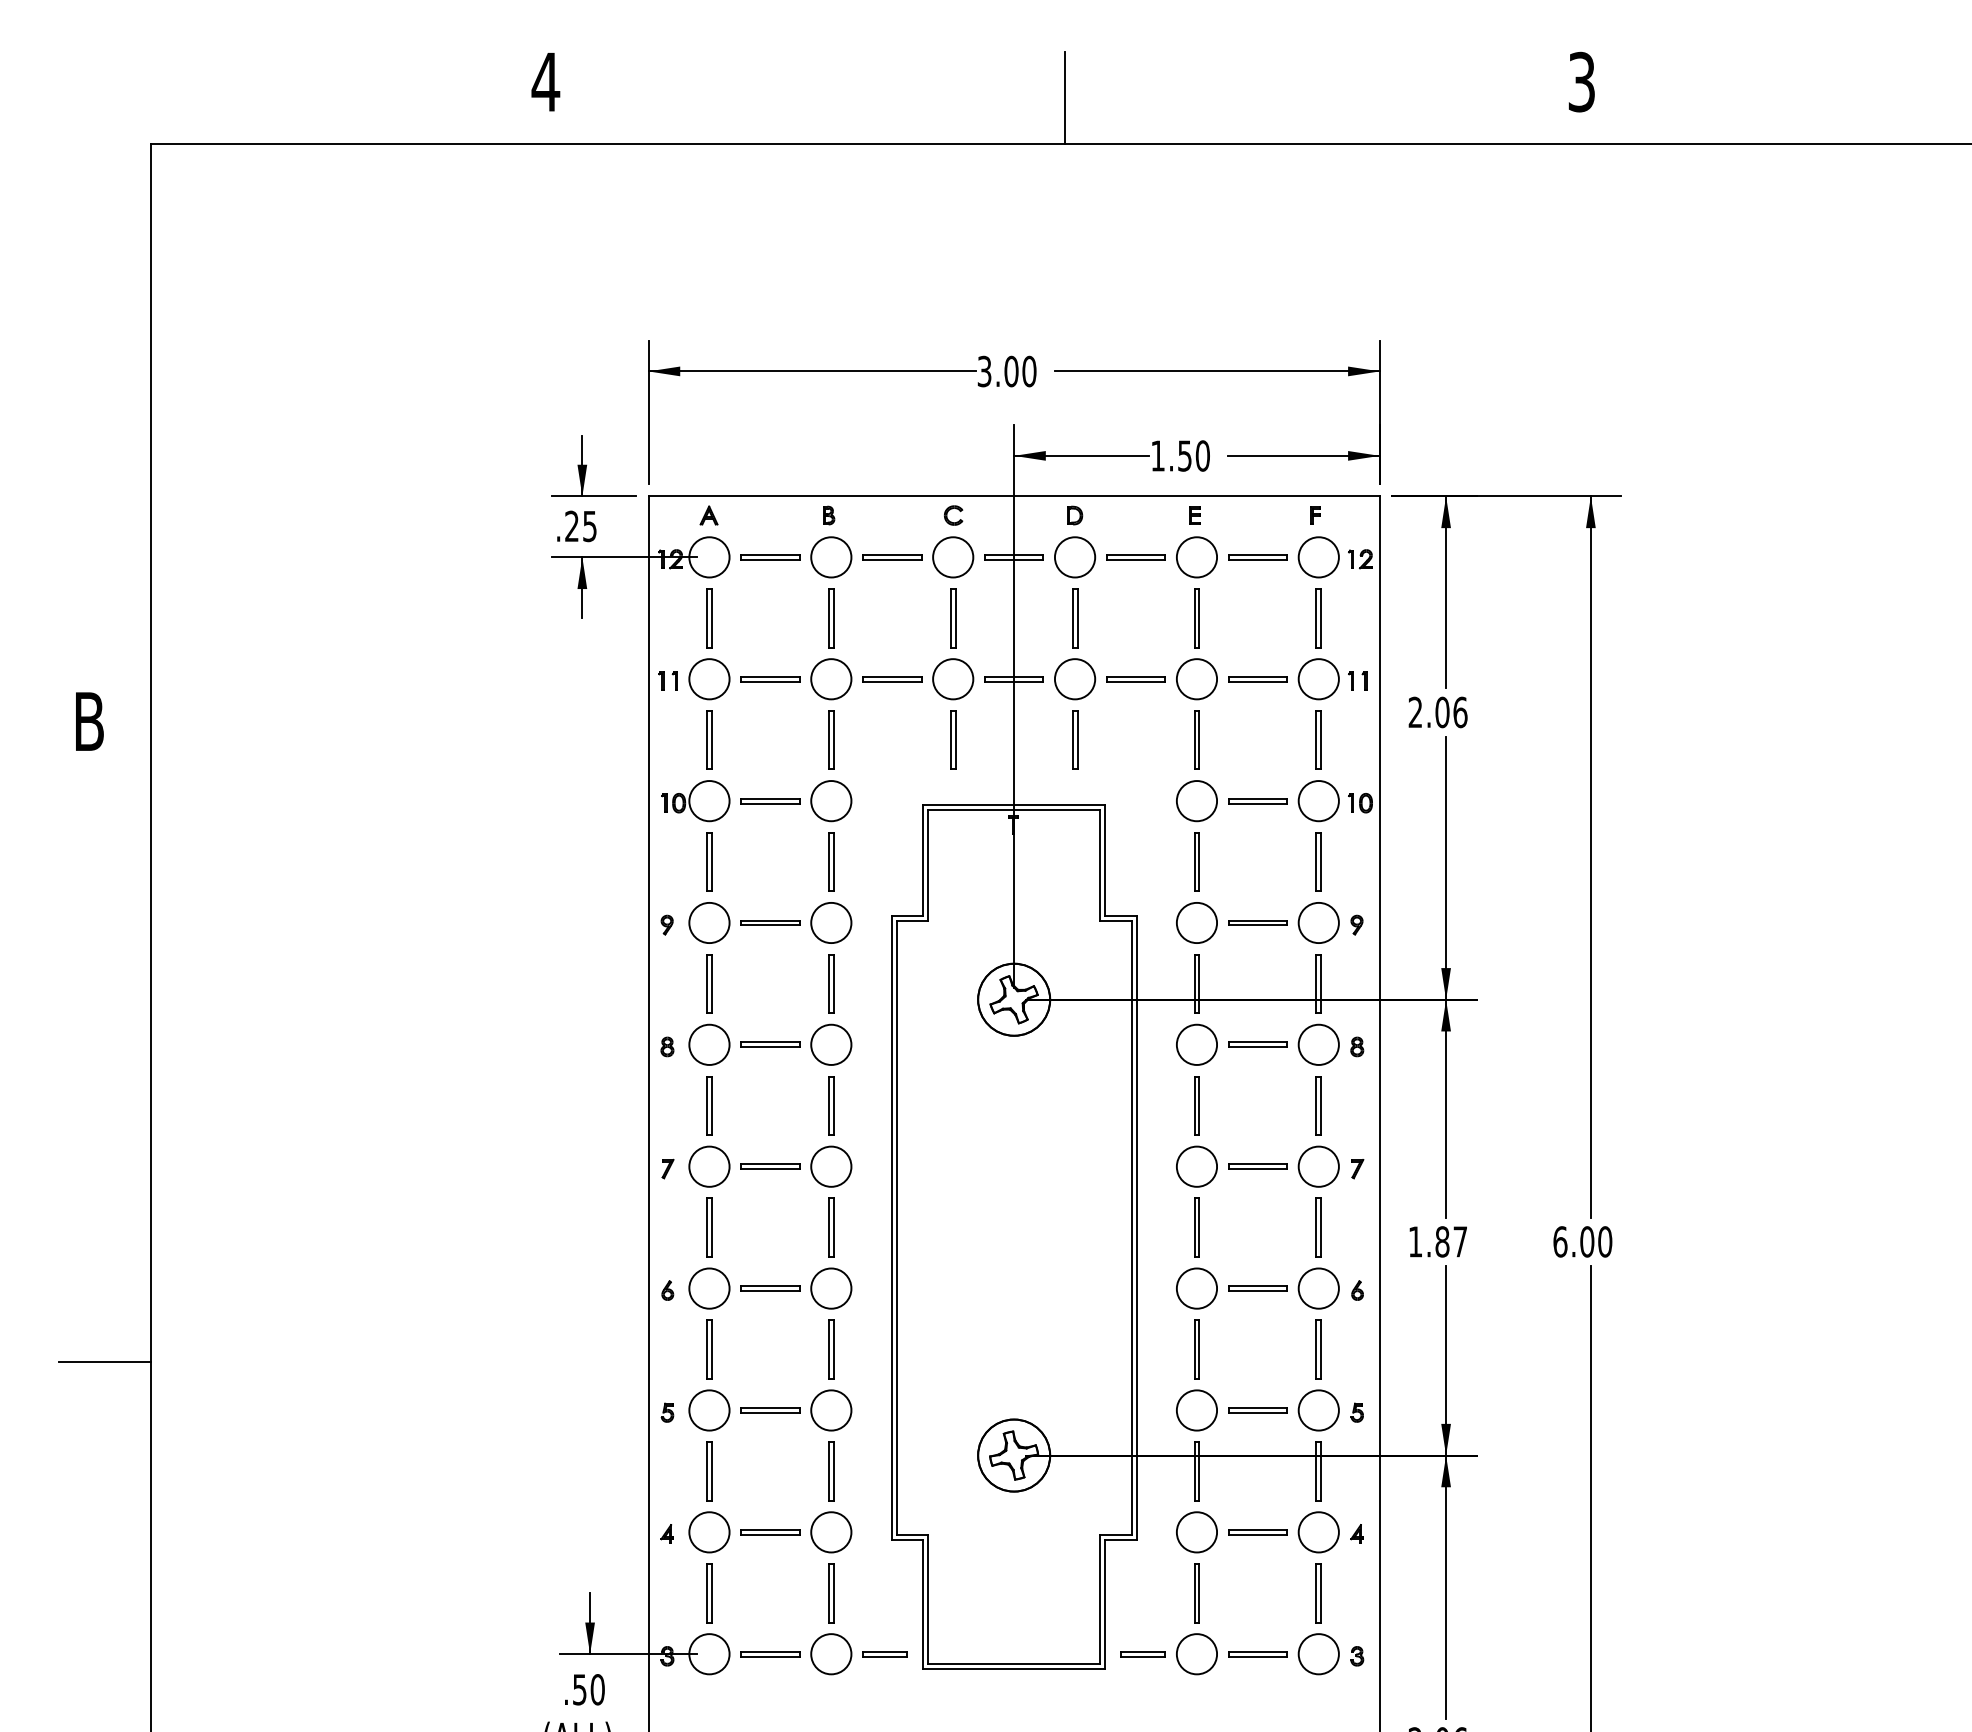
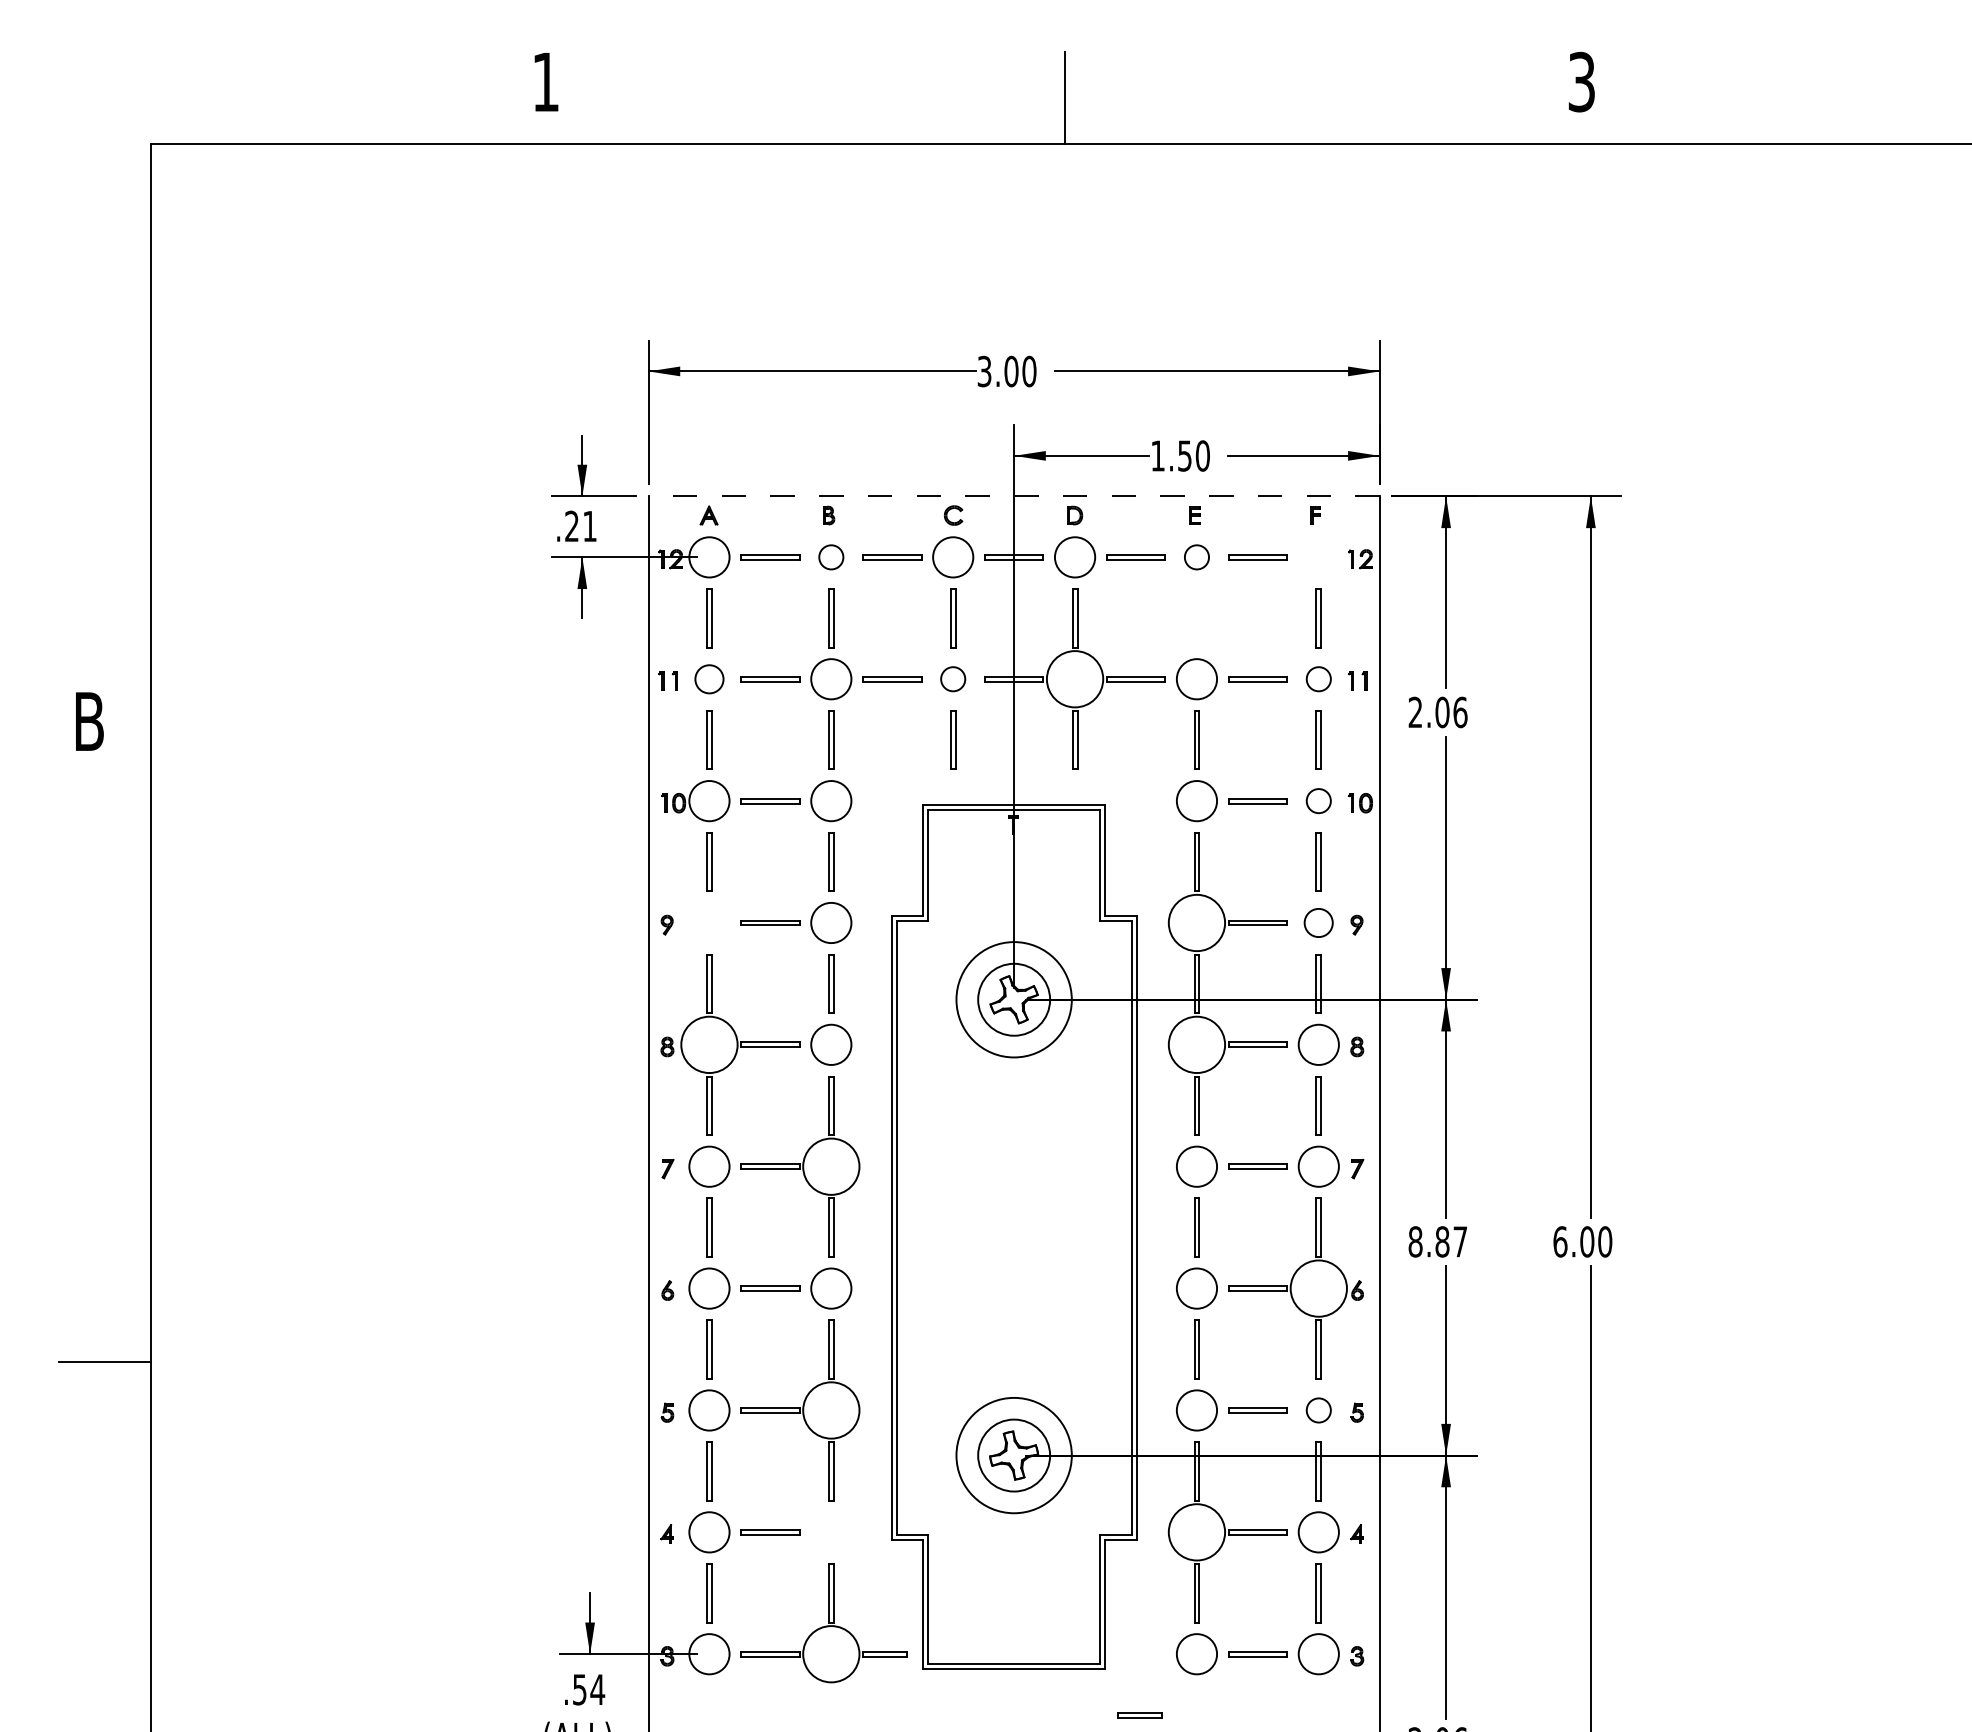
text at (545, 81): 4 -> 1
line at (1014, 496): solid -> dashed
text at (589, 526): .25 -> .21
circle at (831, 557) diameter: 40 px -> 24 px
circle at (1196, 557) diameter: 40 px -> 24 px
circle at (1318, 557): present -> none
part at (1196, 618): present -> none
circle at (709, 679) size: 43x43 px -> 31x31 px
circle at (953, 679) diameter: 40 px -> 24 px
circle at (1074, 679) diameter: 40 px -> 56 px
circle at (1318, 679) diameter: 40 px -> 24 px
circle at (1318, 801) diameter: 40 px -> 24 px
circle at (709, 922): present -> none
circle at (1196, 922) diameter: 40 px -> 56 px
circle at (1318, 922) size: 43x42 px -> 31x30 px
circle at (1014, 999) diameter: 72 px -> 115 px
circle at (709, 1044) diameter: 40 px -> 56 px
circle at (1196, 1044) diameter: 40 px -> 56 px
circle at (831, 1166) diameter: 40 px -> 56 px
text at (1415, 1241): 1.87 -> 8.87
circle at (1318, 1288) diameter: 40 px -> 56 px
circle at (831, 1410) diameter: 40 px -> 56 px
circle at (1318, 1410) diameter: 40 px -> 24 px
circle at (1014, 1455) diameter: 72 px -> 115 px
circle at (831, 1532): present -> none
circle at (1196, 1532) diameter: 40 px -> 56 px
circle at (831, 1654) diameter: 40 px -> 56 px
part at (1142, 1654) position: (1142, 1654) -> (1139, 1715)
text at (597, 1689): .50 -> .54
